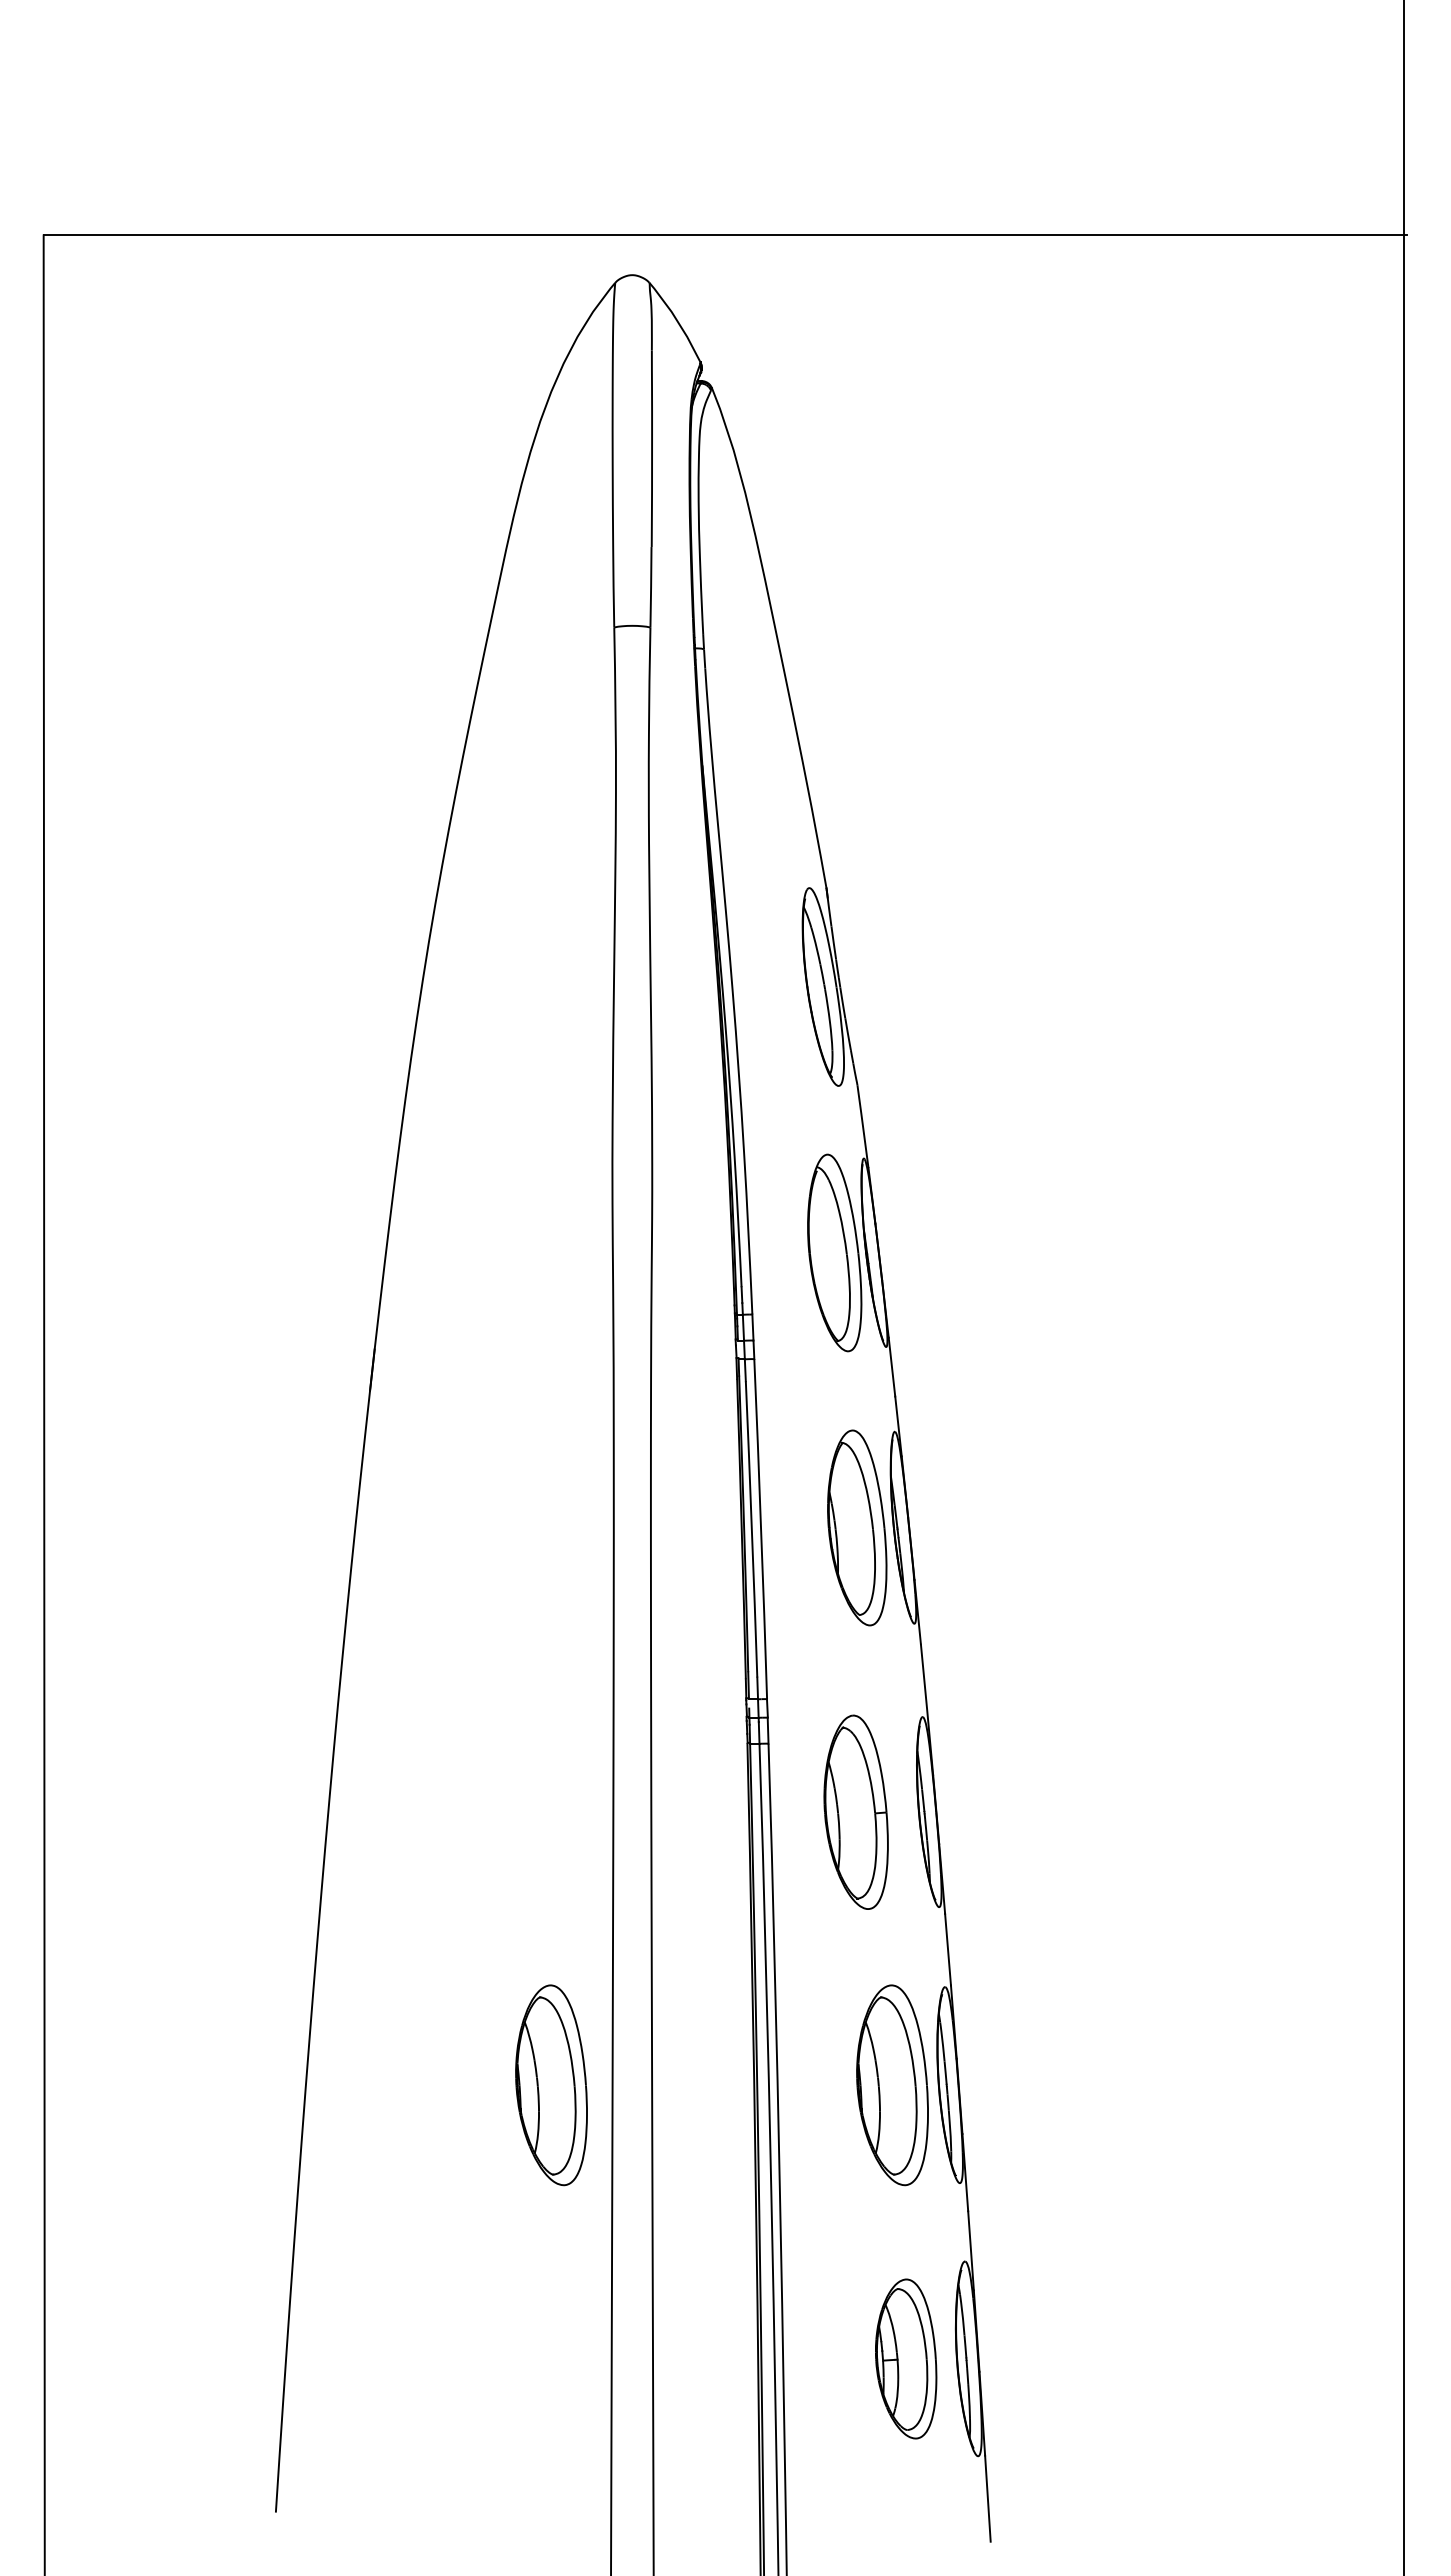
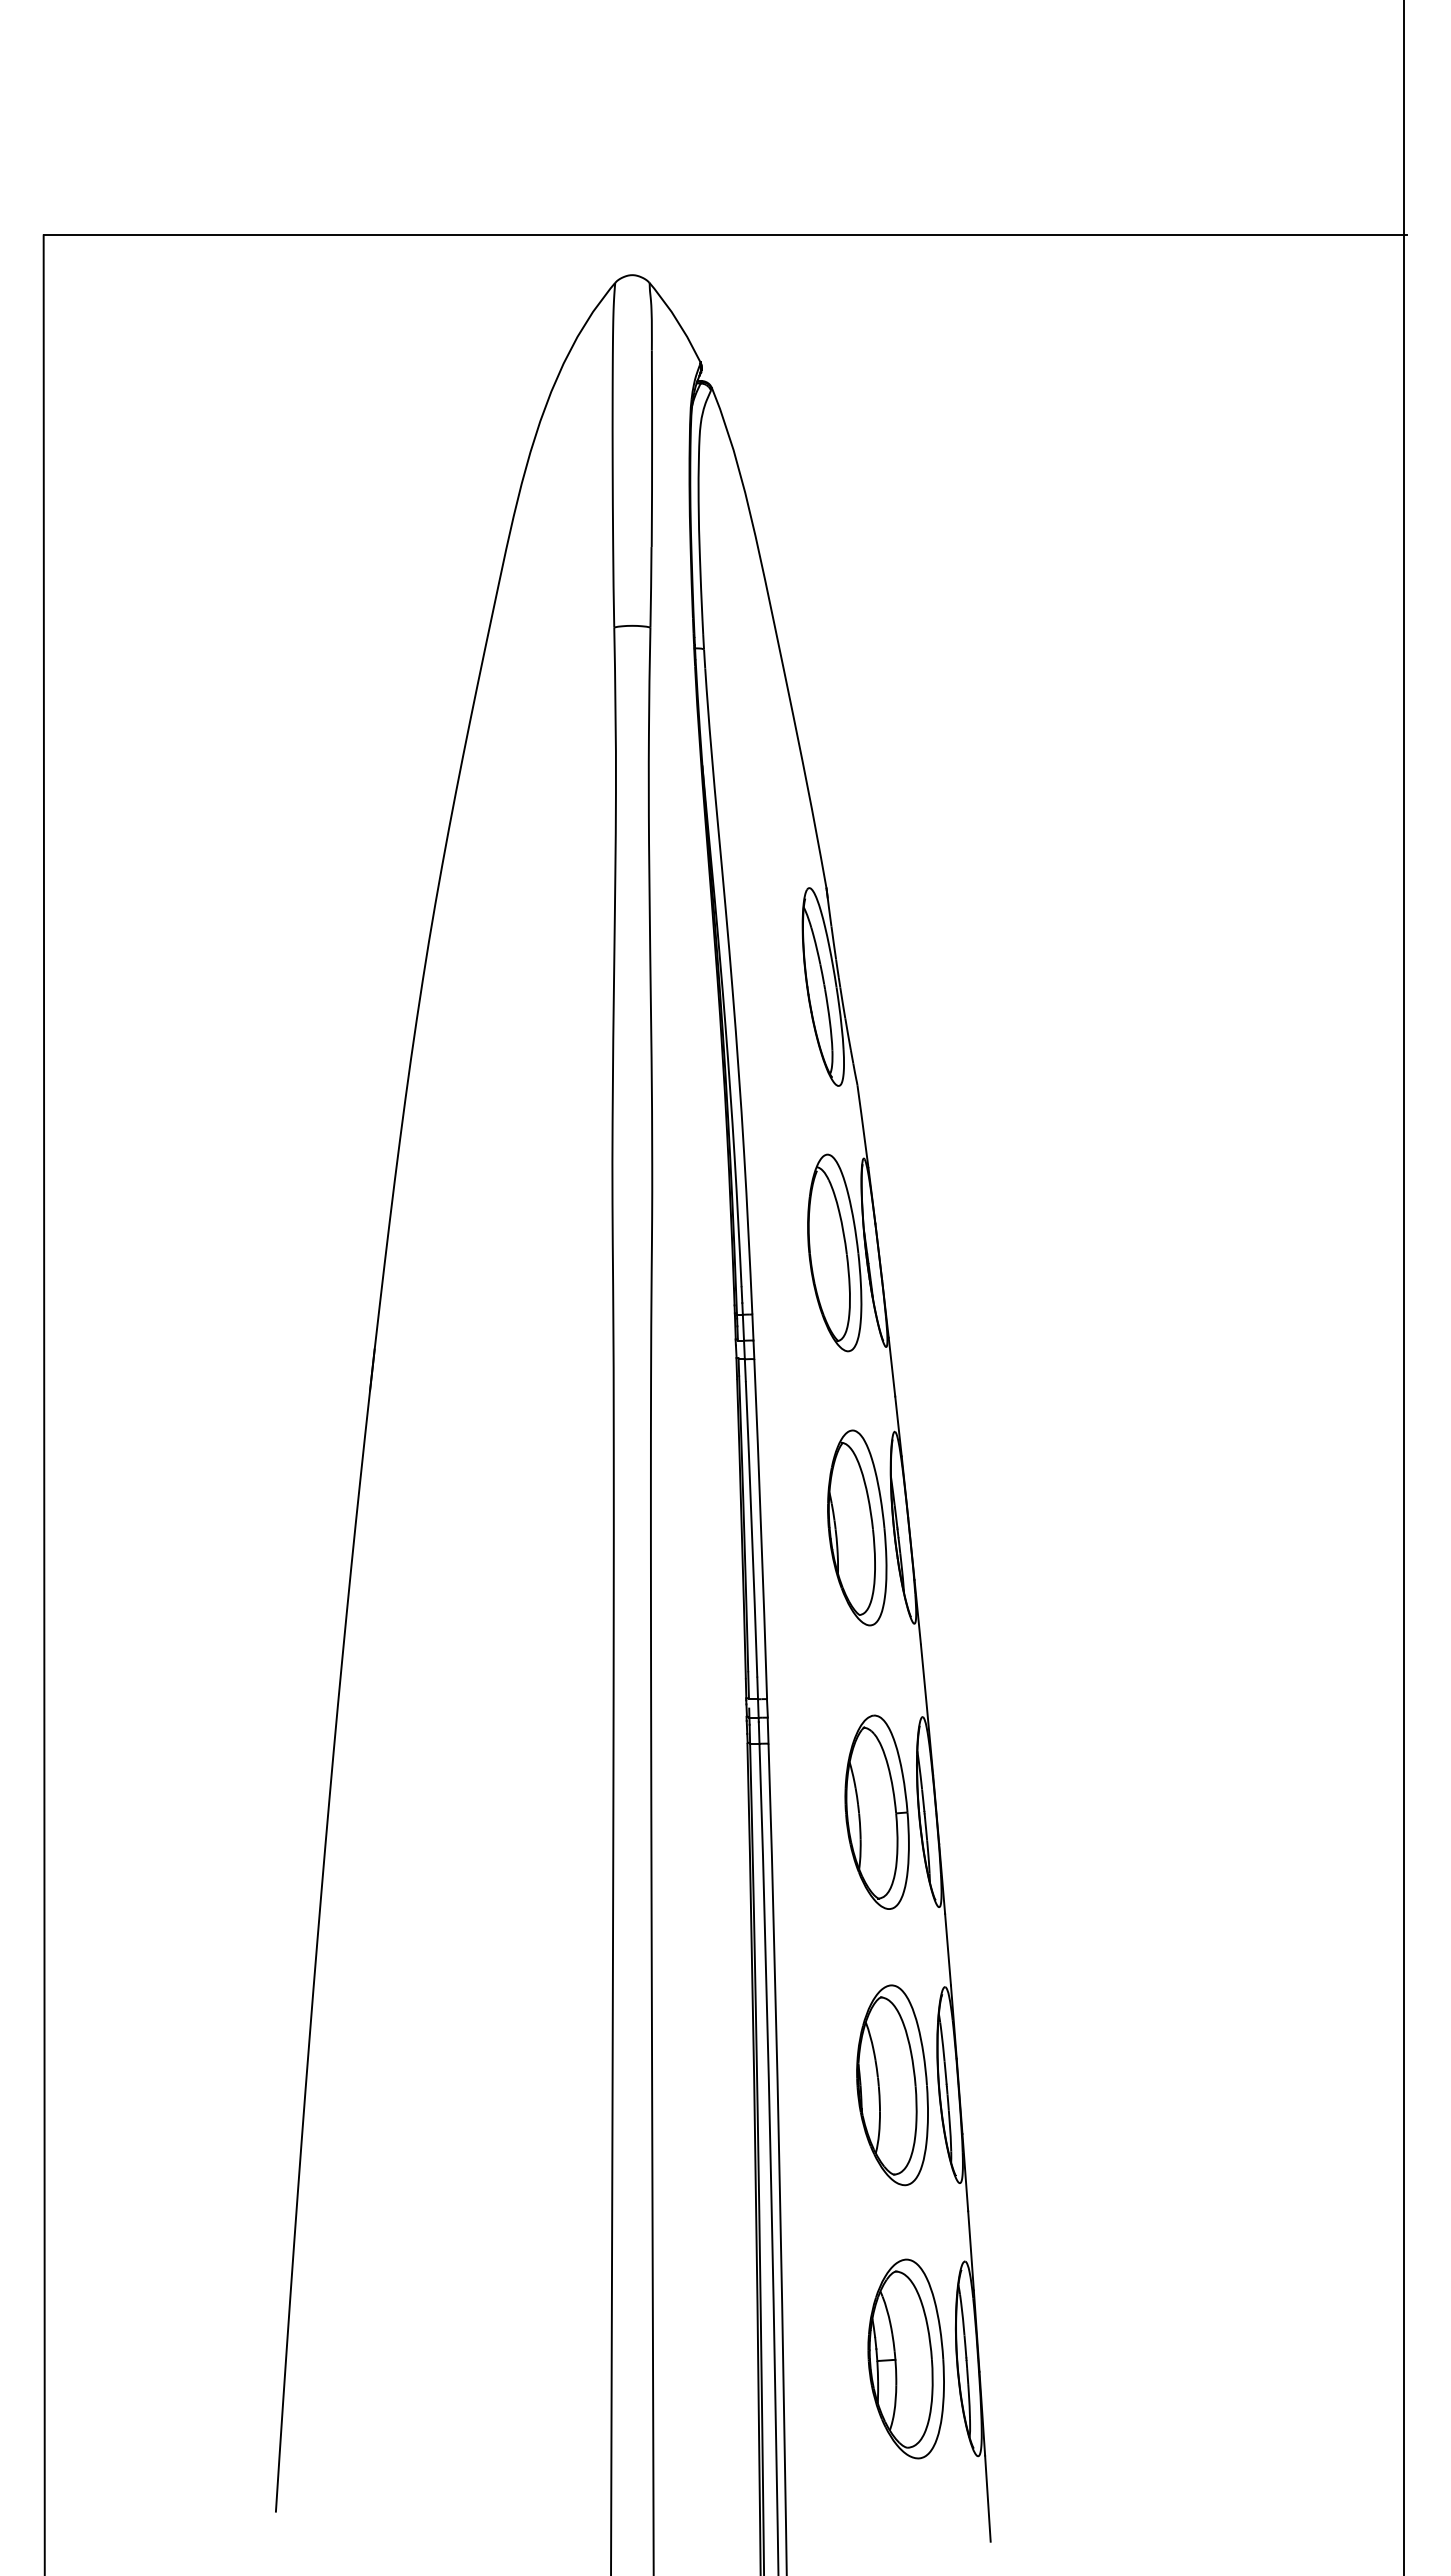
part at (855, 1811) position: (855, 1811) -> (876, 1811)
part at (551, 2085): present -> none
part at (906, 2358) size: 63x162 px -> 78x202 px
